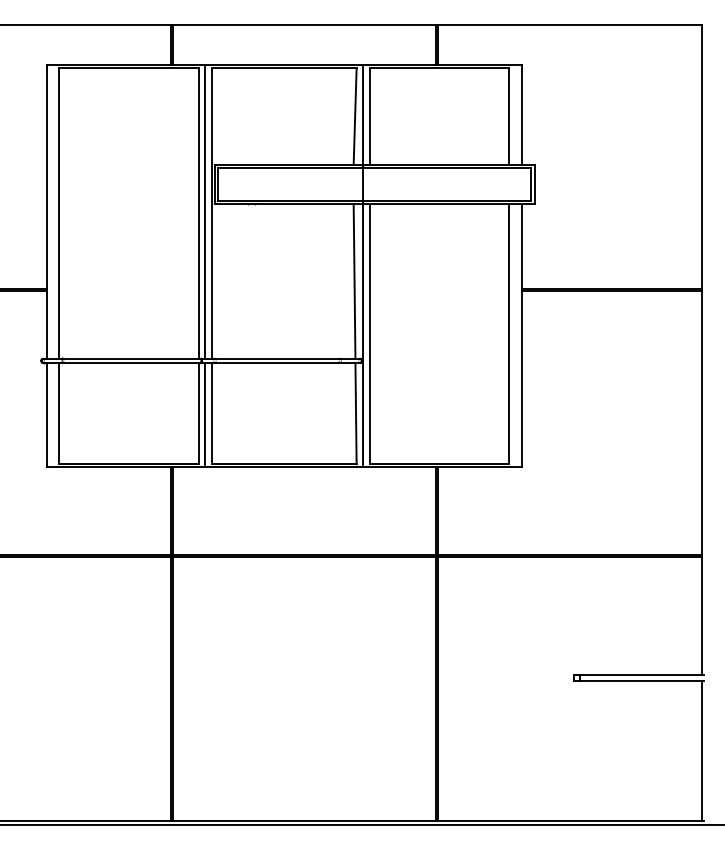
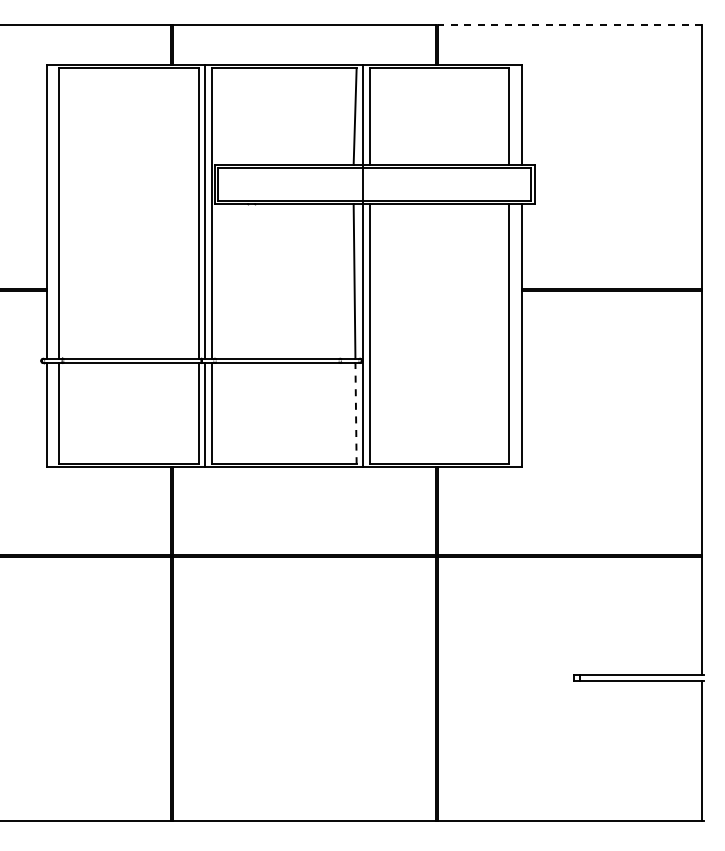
line at (570, 25): solid -> dashed
line at (356, 413): solid -> dashed
line at (361, 825): present -> none
